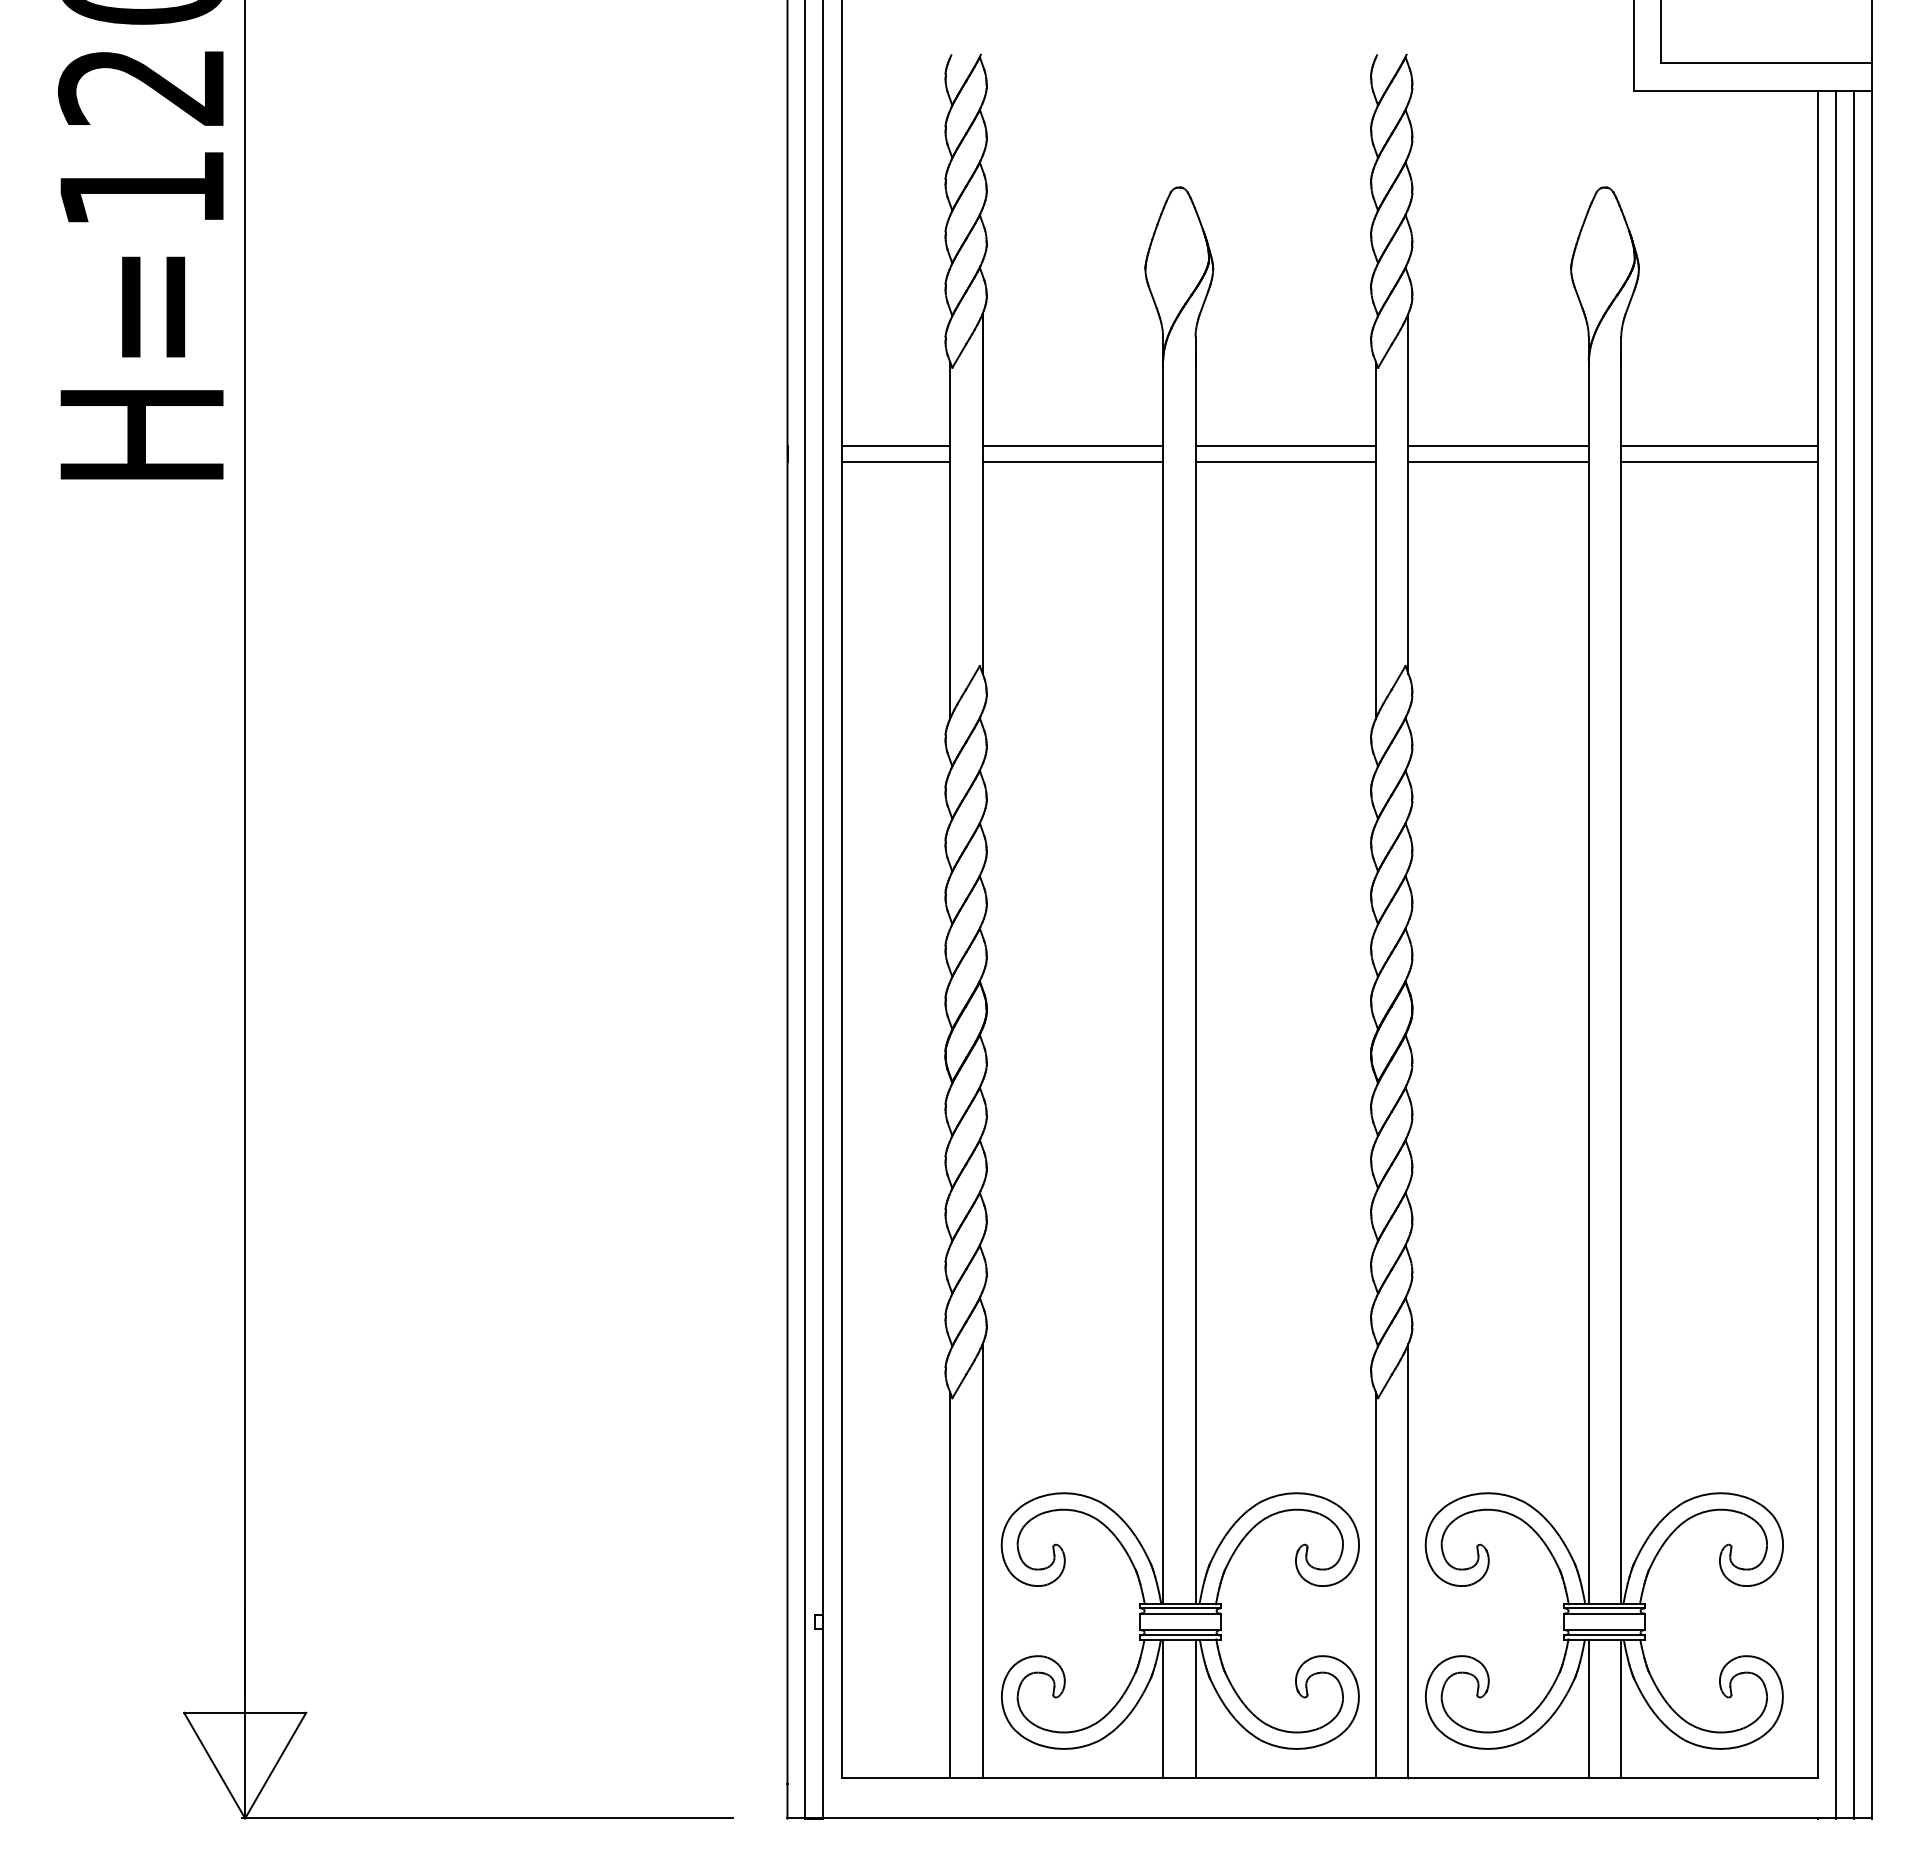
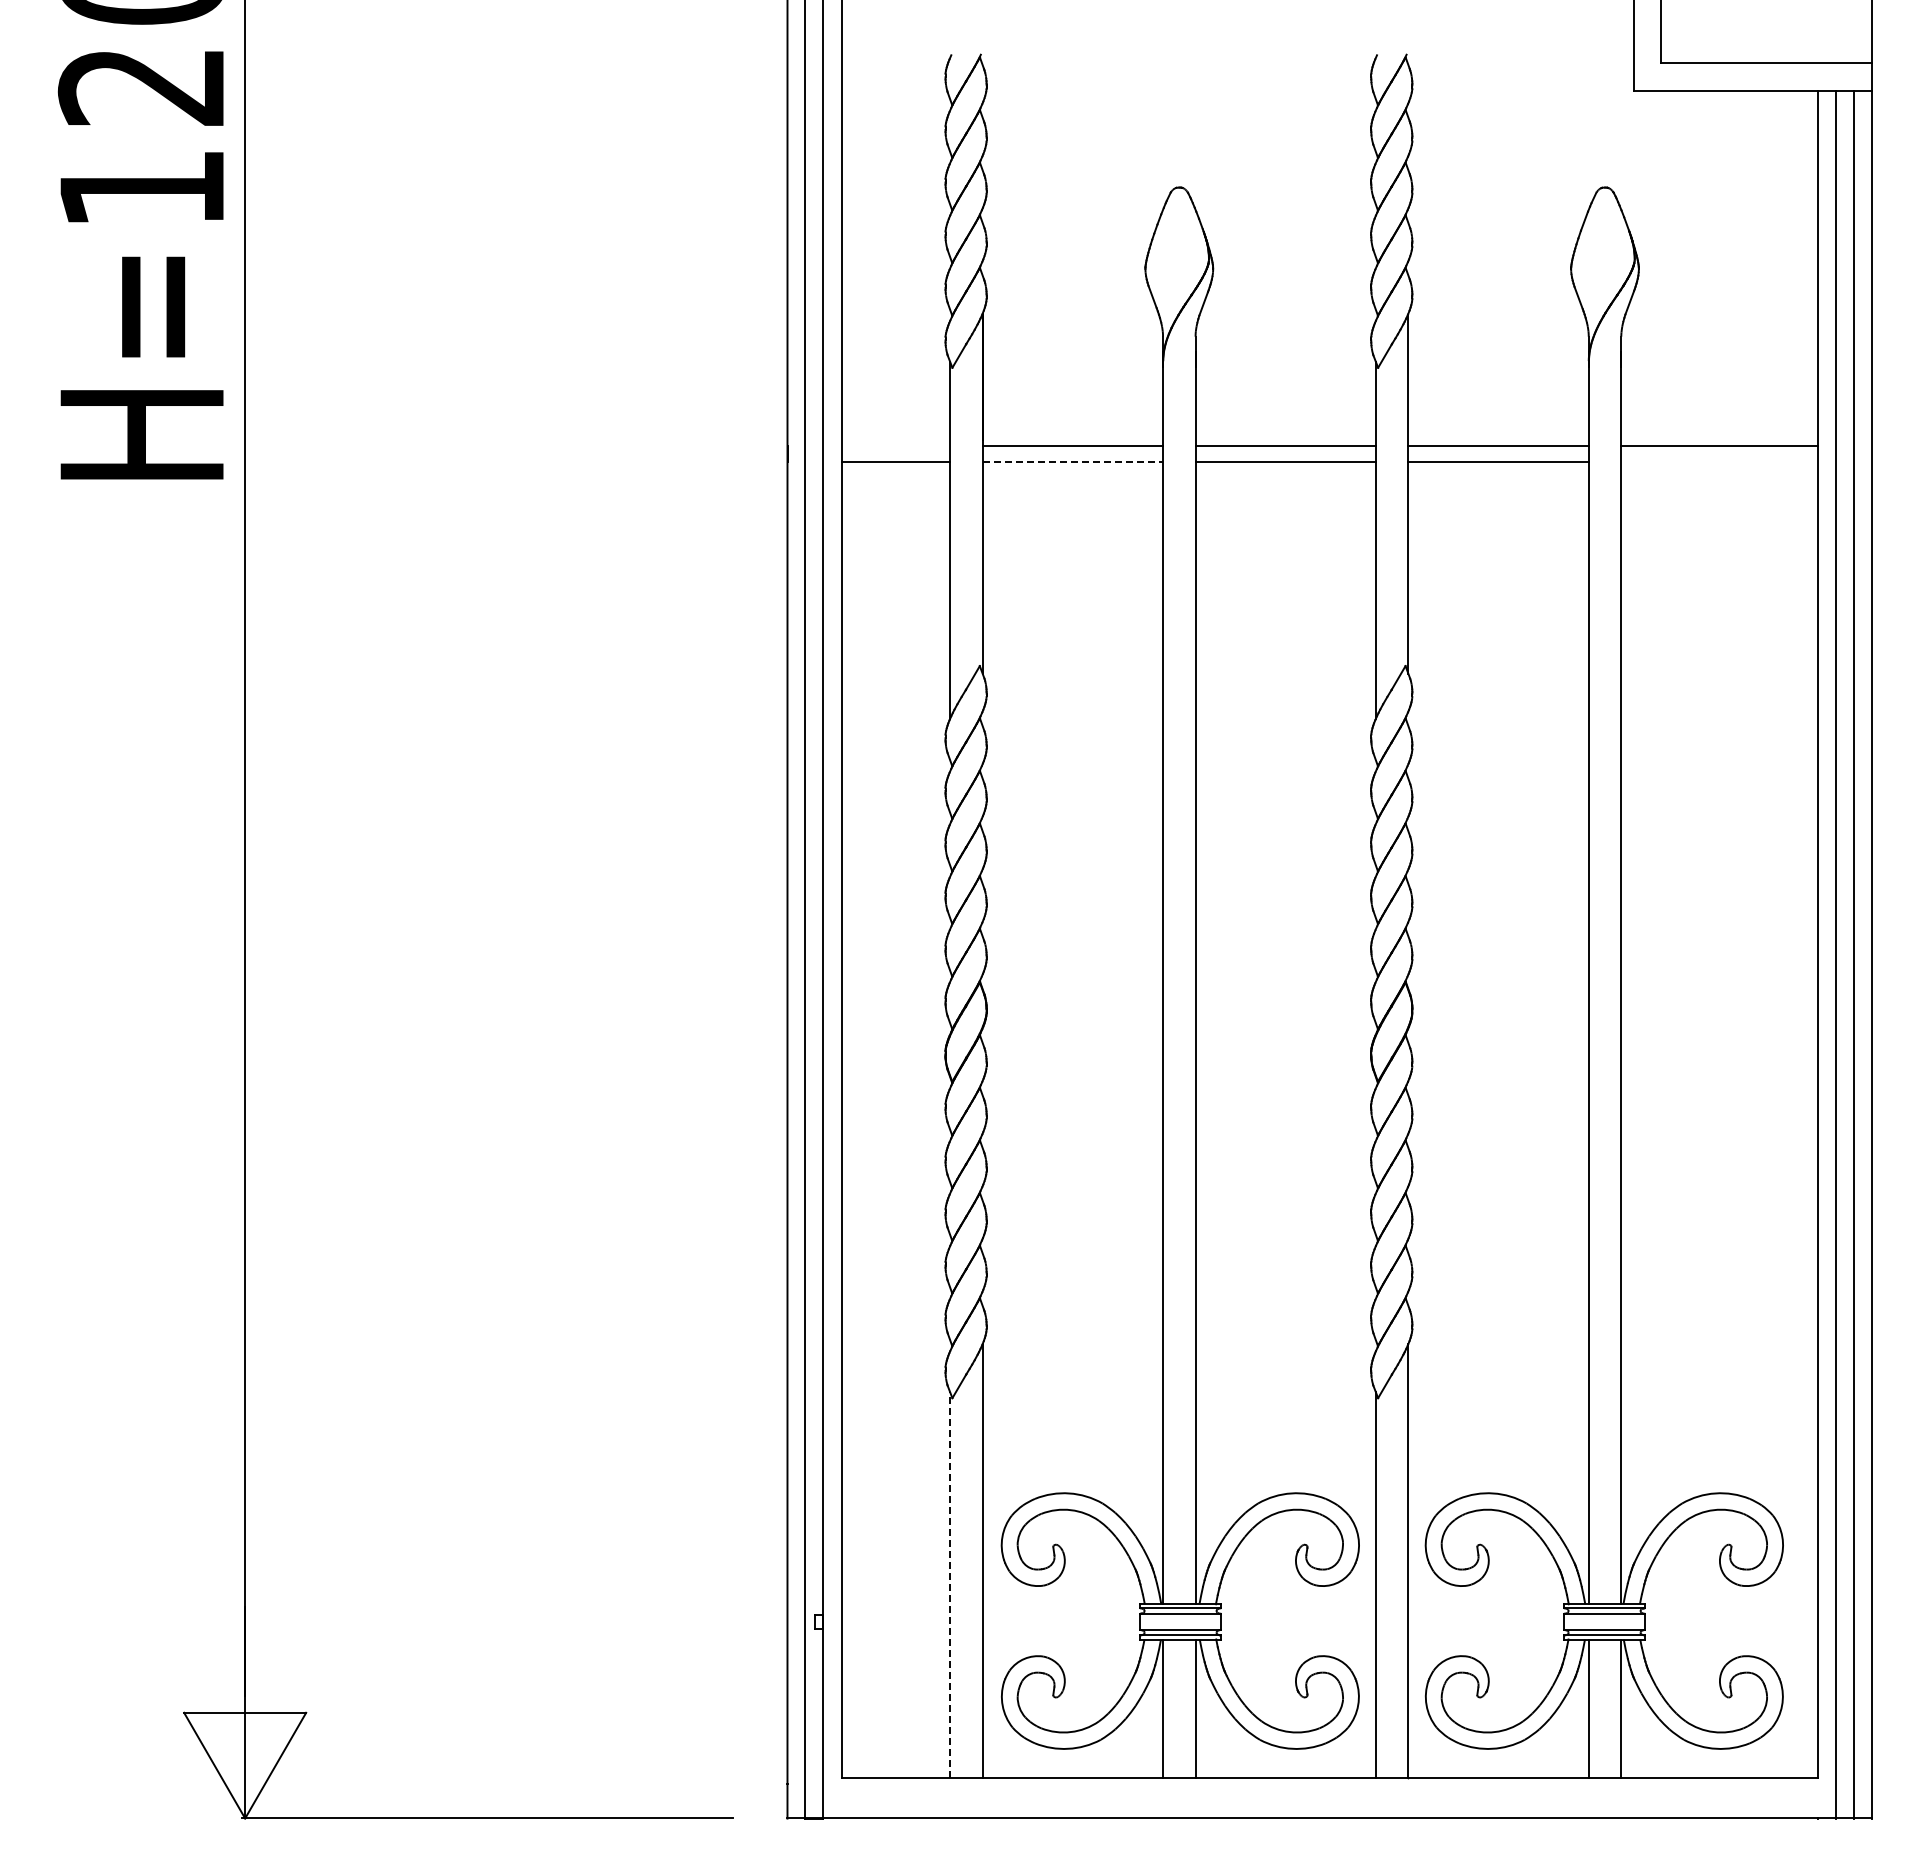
line at (895, 445): present -> none
line at (1073, 461): solid -> dashed
line at (1719, 461): present -> none
line at (950, 1585): solid -> dashed
